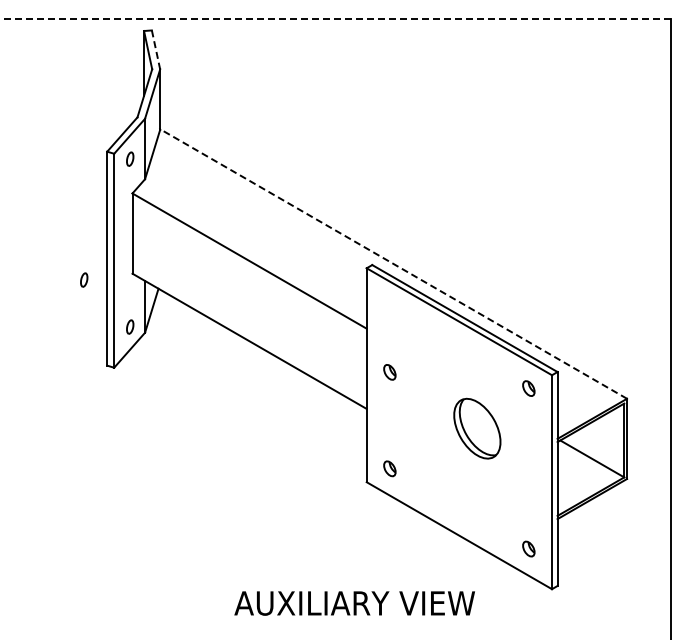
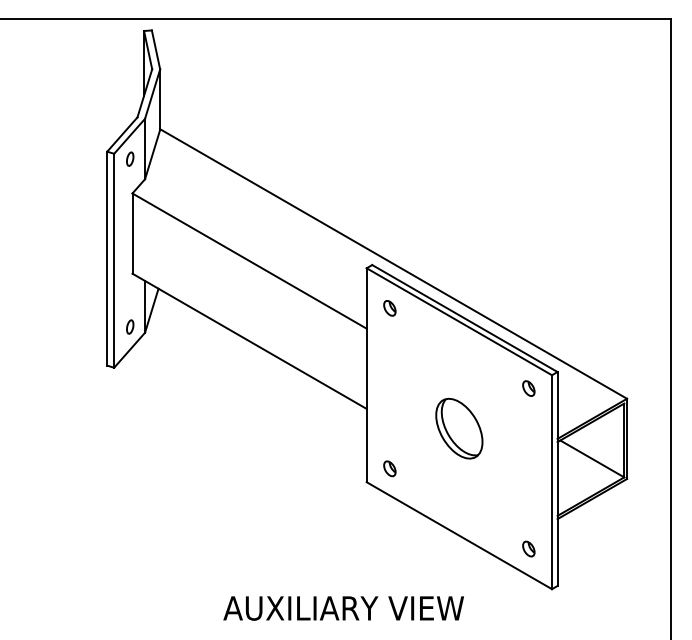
line at (335, 19): dashed -> solid
line at (156, 49): dashed -> solid
line at (393, 263): dashed -> solid
part at (84, 279): present -> none
part at (389, 372) position: (389, 372) -> (389, 308)
part at (477, 428) position: (477, 428) -> (459, 428)
text at (354, 603) position: (354, 603) -> (343, 608)
